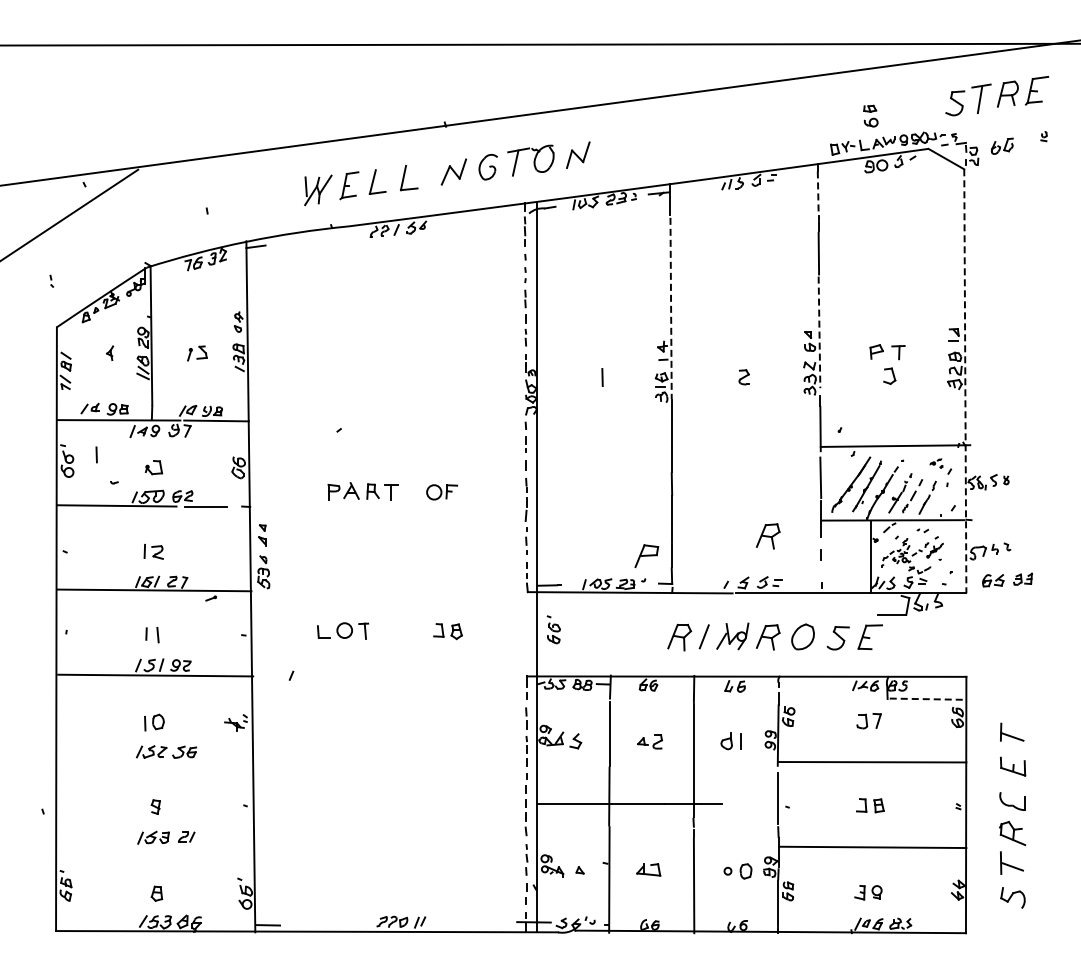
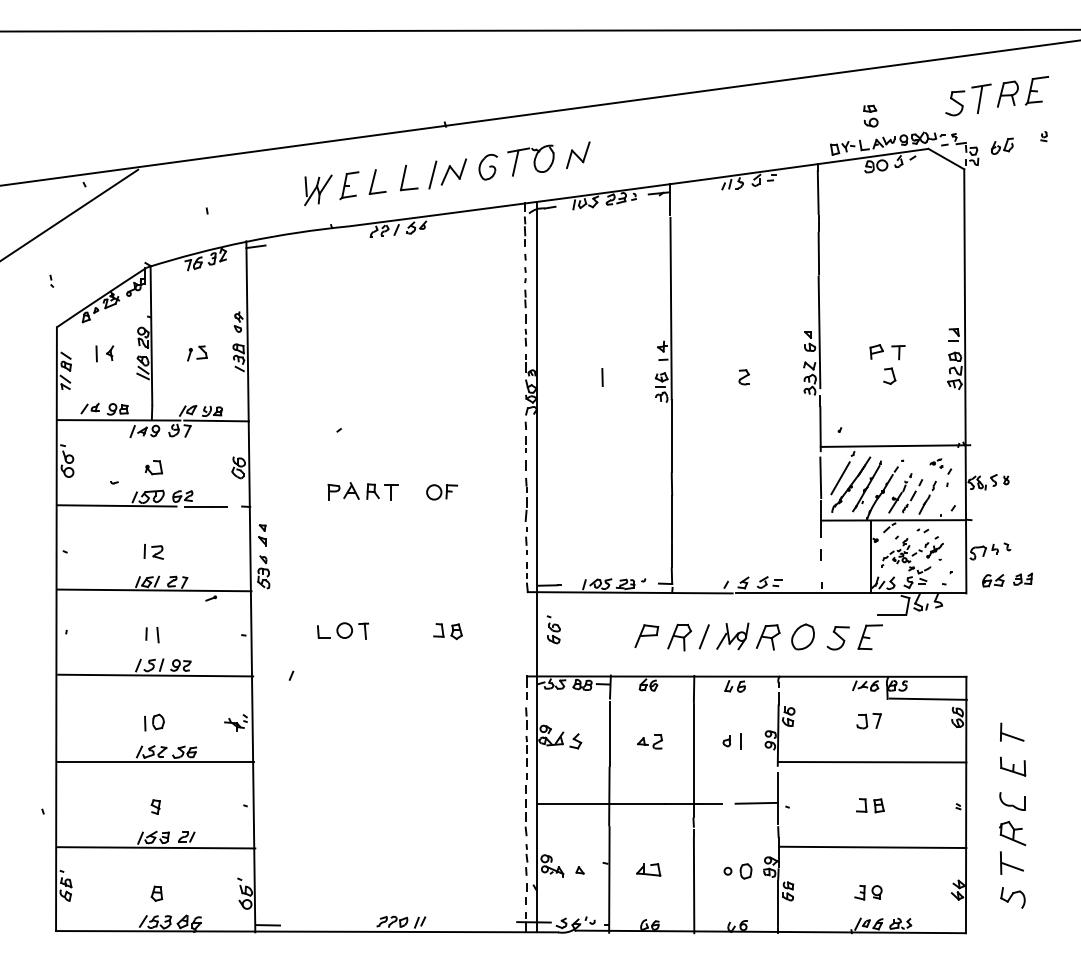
line at (539, 44) position: (539, 44) -> (539, 30)
line at (432, 174): none -> present
line at (818, 193): dashed -> solid
line at (671, 308): dashed -> solid
line at (819, 332): dashed -> solid
line at (965, 381): dashed -> solid
line at (96, 454) position: (96, 454) -> (96, 353)
line at (840, 478): none -> present
part at (767, 536): present -> none
part at (646, 555) position: (646, 555) -> (646, 635)
line at (928, 699): dashed -> solid
part at (726, 741) size: 13x19 px -> 10x13 px
line at (154, 762): none -> present
line at (756, 802): none -> present
line at (155, 847): none -> present
